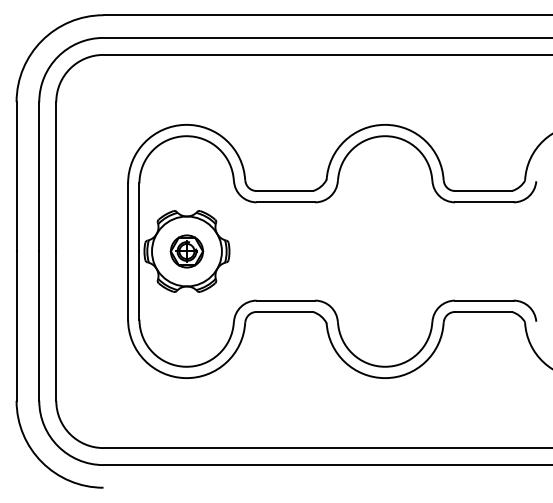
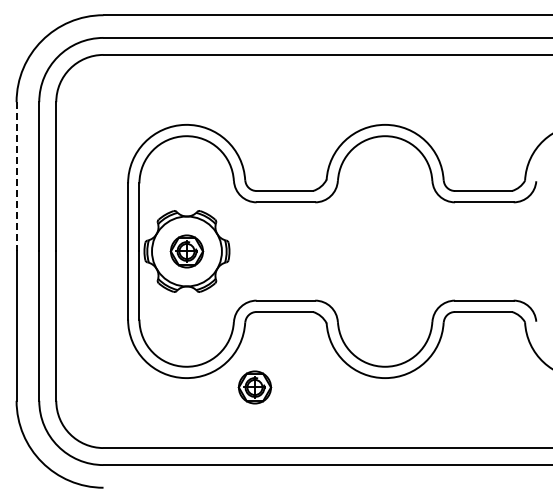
line at (16, 176): solid -> dashed
part at (254, 387): none -> present
